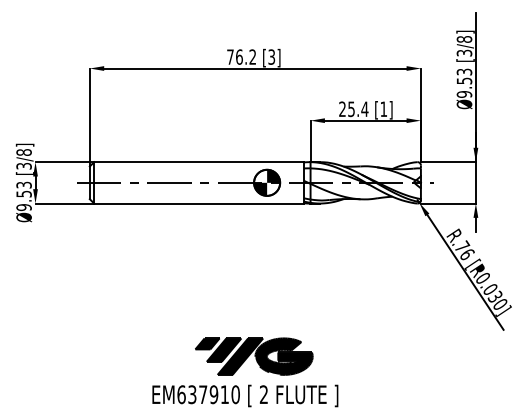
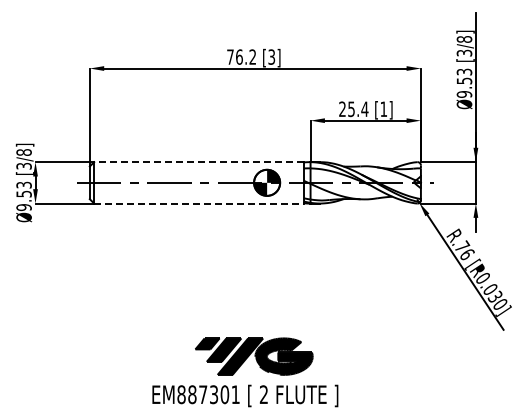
line at (199, 162): solid -> dashed
line at (199, 203): solid -> dashed
text at (208, 394): EM637910 -> EM887301
